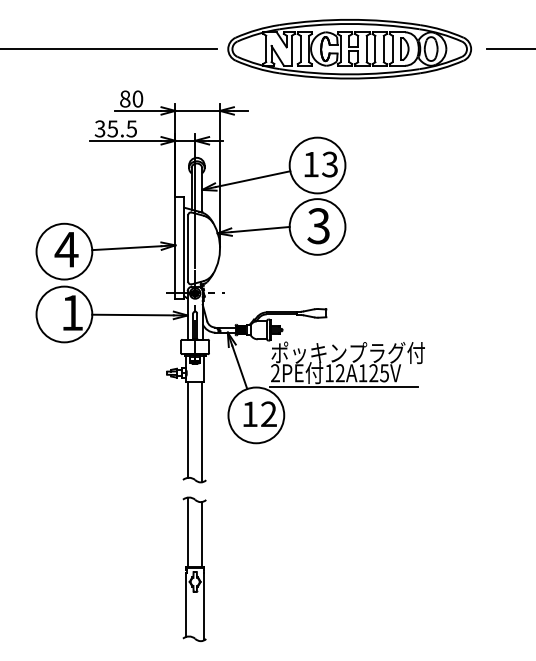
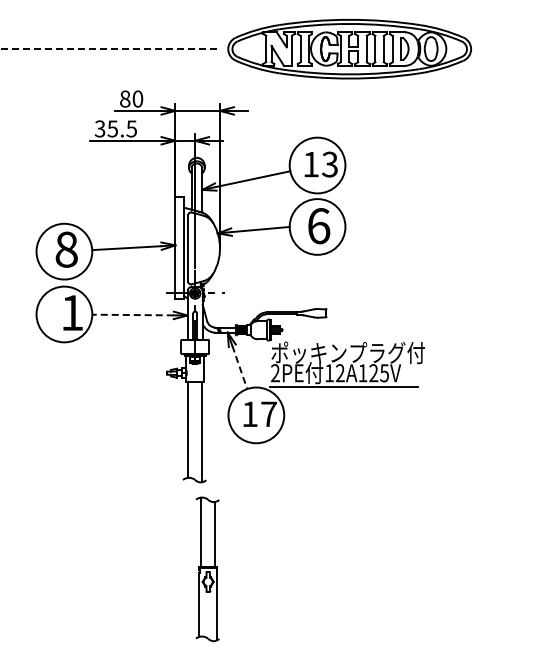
line at (108, 48): solid -> dashed
line at (509, 48): present -> none
text at (318, 226): 3 -> 6
text at (66, 249): 4 -> 8
line at (133, 315): solid -> dashed
line at (239, 367): solid -> dashed
text at (268, 413): 12 -> 17
part at (194, 569) position: (194, 569) -> (207, 569)
